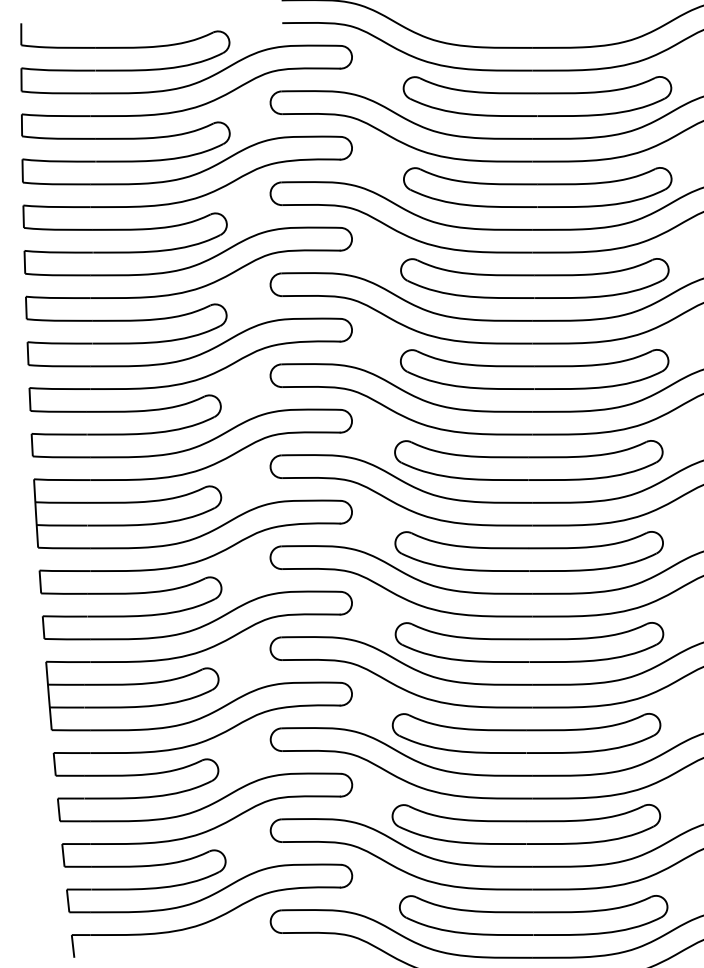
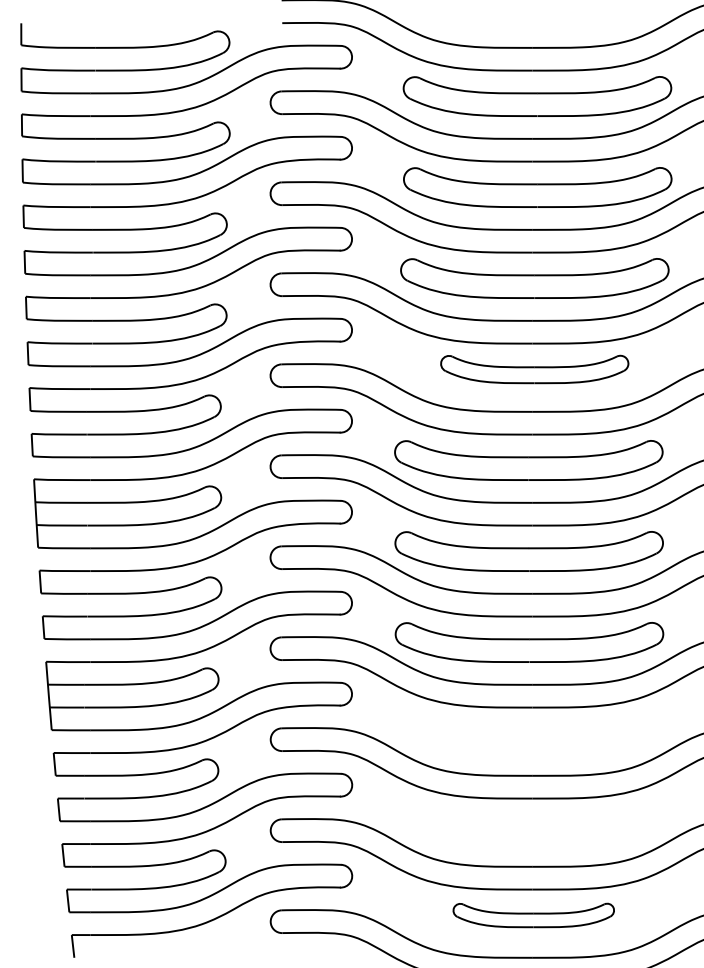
part at (534, 369) size: 270x41 px -> 190x31 px
part at (526, 733): present -> none
part at (526, 824): present -> none
part at (533, 915) size: 270x41 px -> 163x27 px
